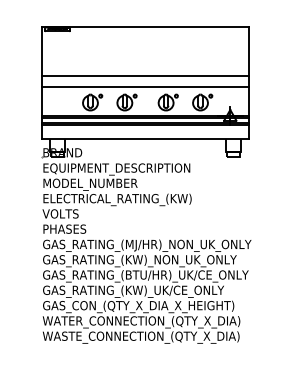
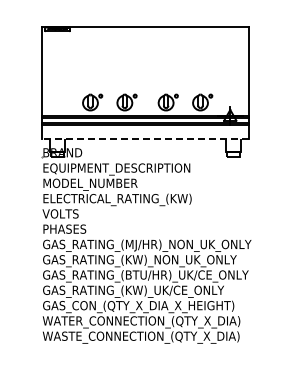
line at (145, 75): present -> none
line at (145, 87): present -> none
line at (144, 139): solid -> dashed
